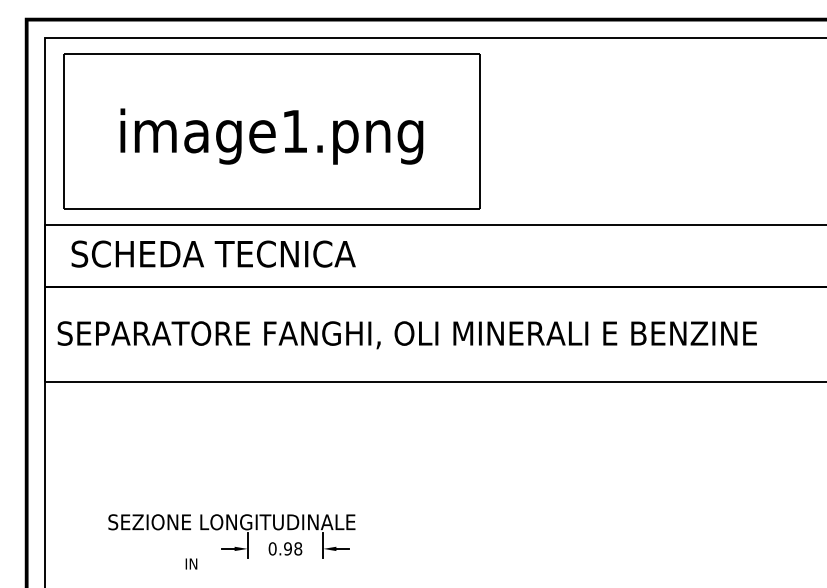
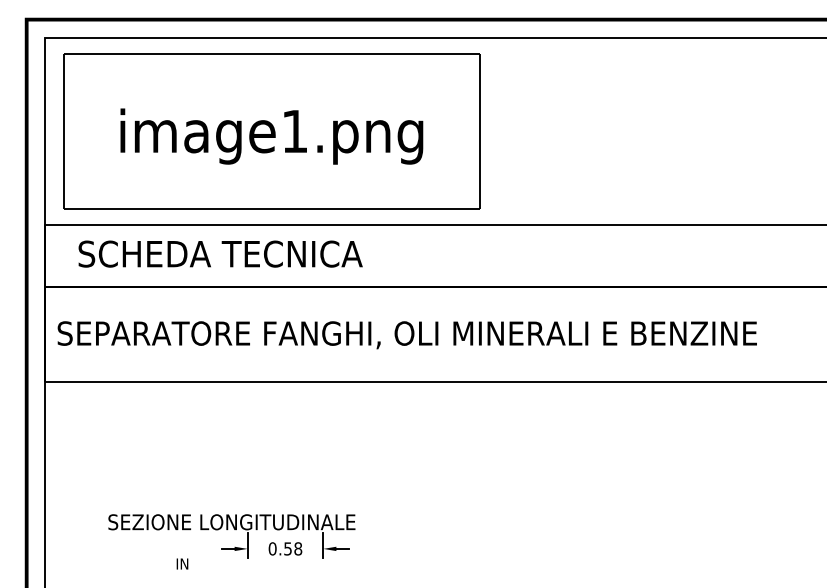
text at (213, 253) position: (213, 253) -> (220, 253)
text at (287, 548): 0.98 -> 0.58
text at (191, 563) position: (191, 563) -> (182, 563)
